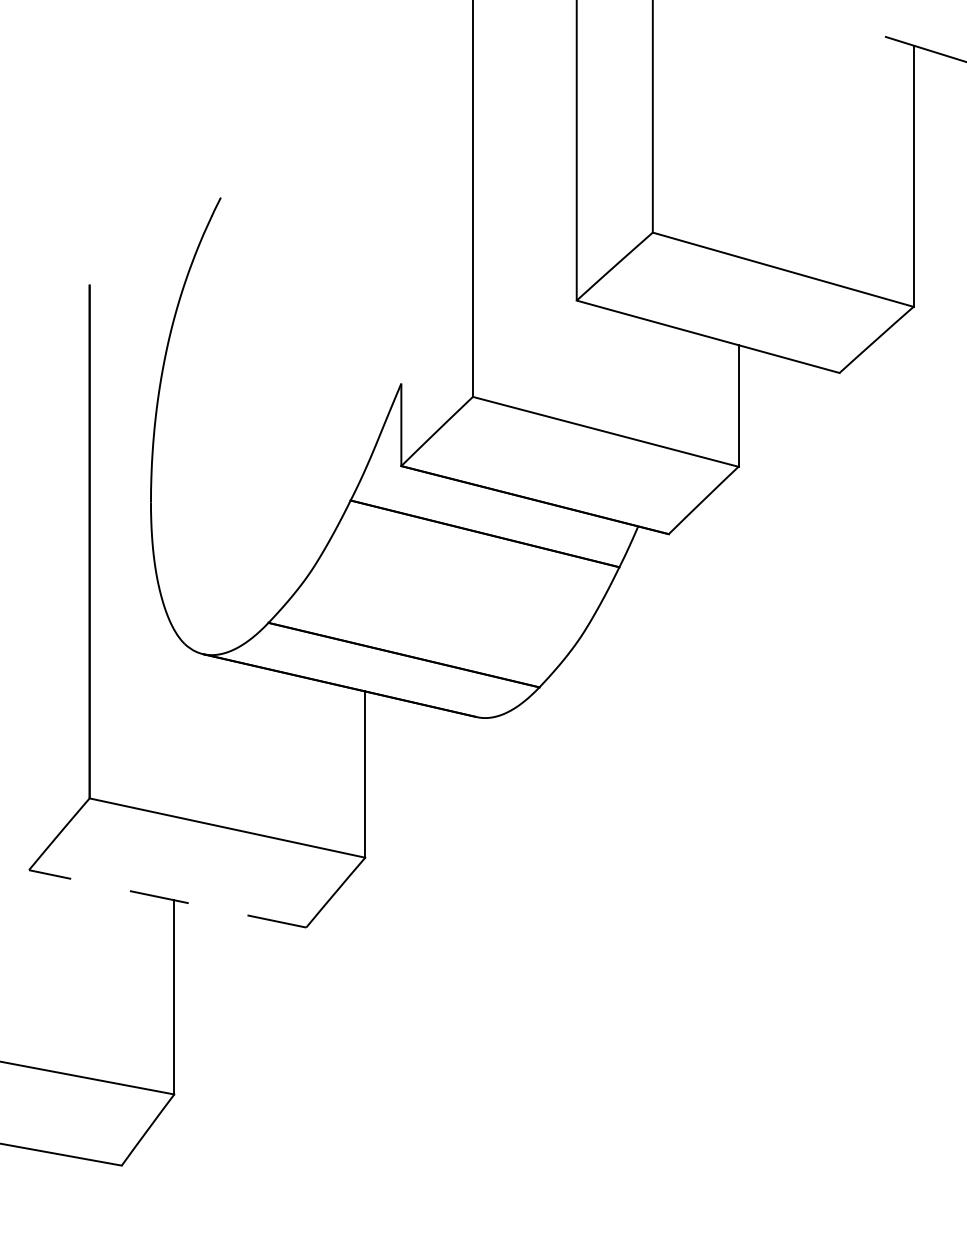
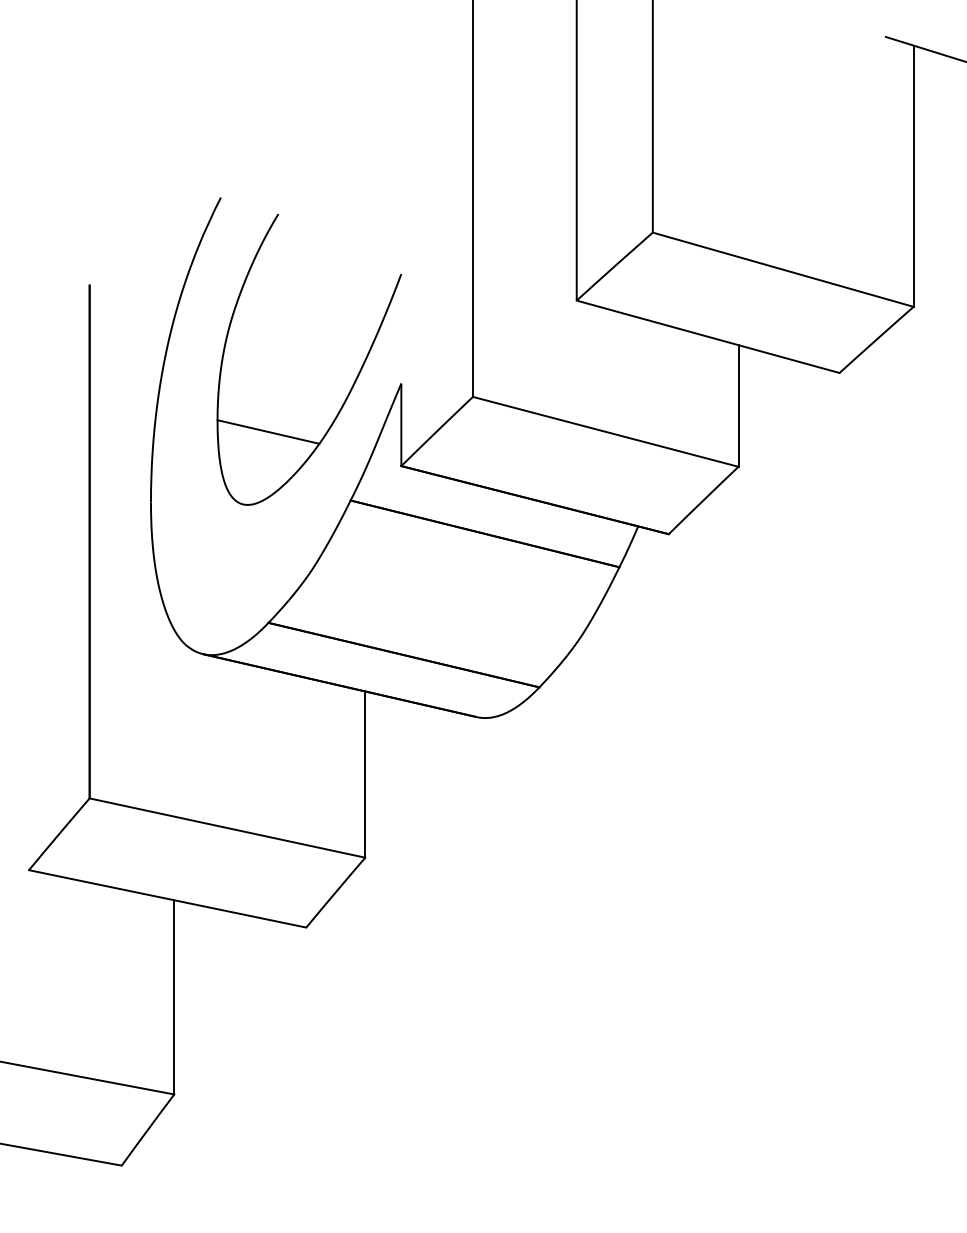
part at (353, 382): none -> present
line at (167, 898): dashed -> solid
